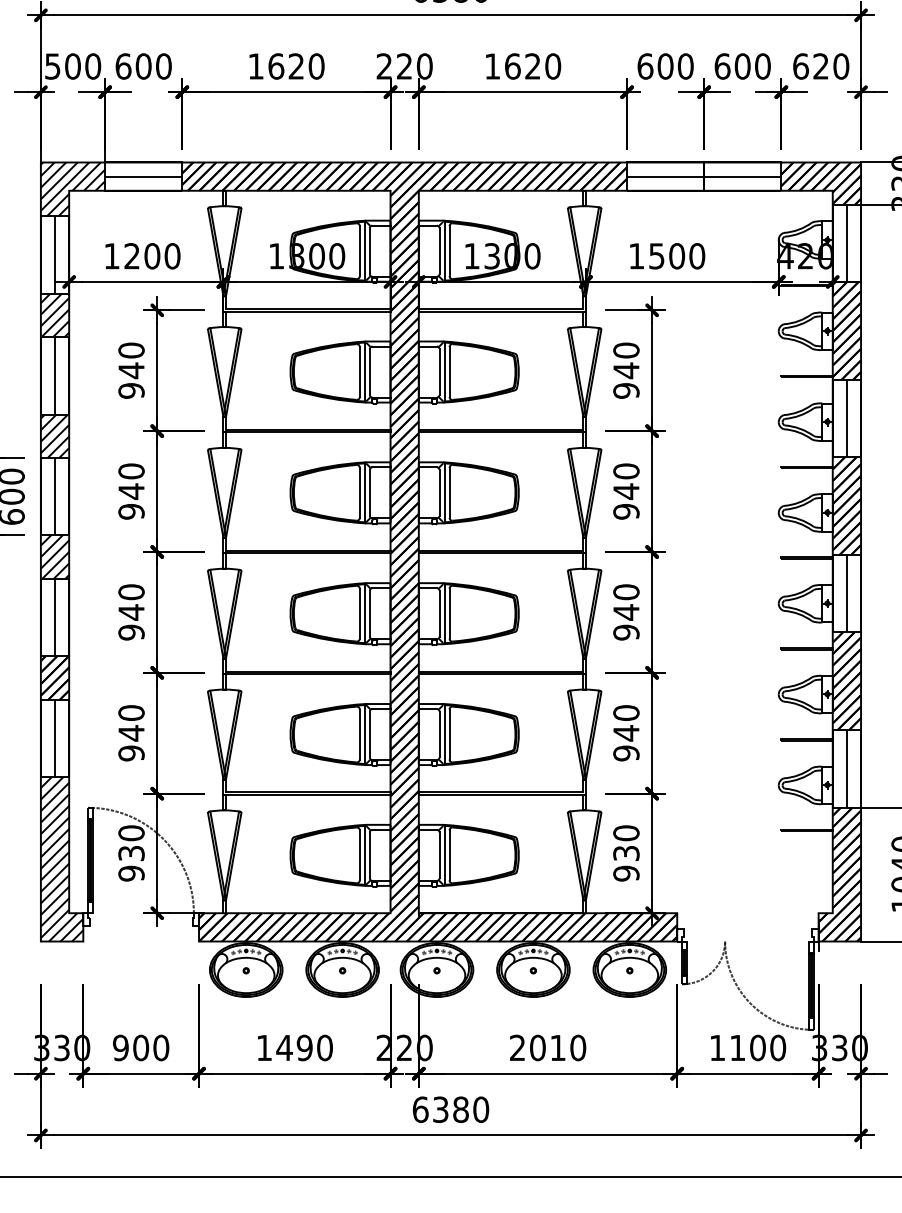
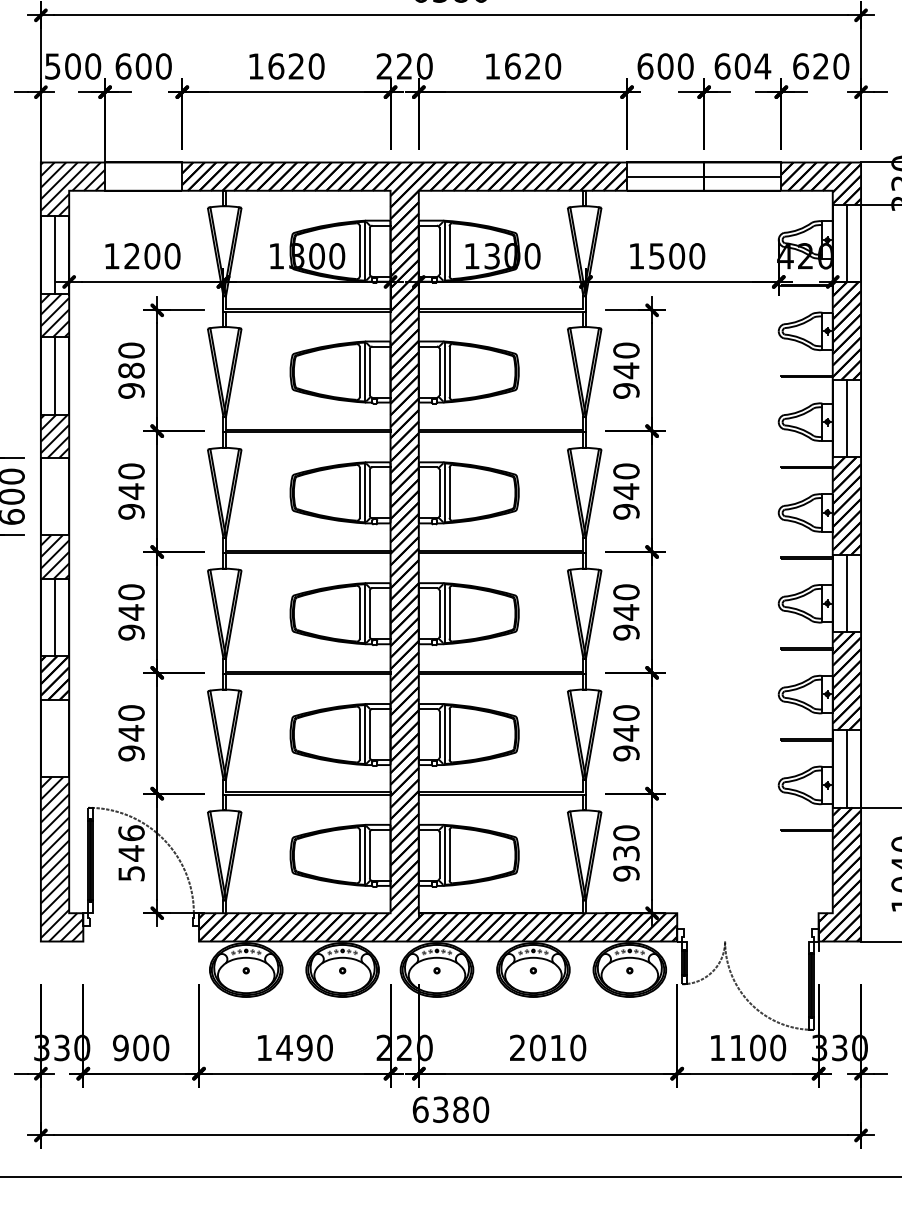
text at (762, 66): 600 -> 604
line at (143, 176): present -> none
text at (131, 370): 940 -> 980
line at (55, 496): present -> none
line at (55, 738): present -> none
text at (131, 853): 930 -> 546
